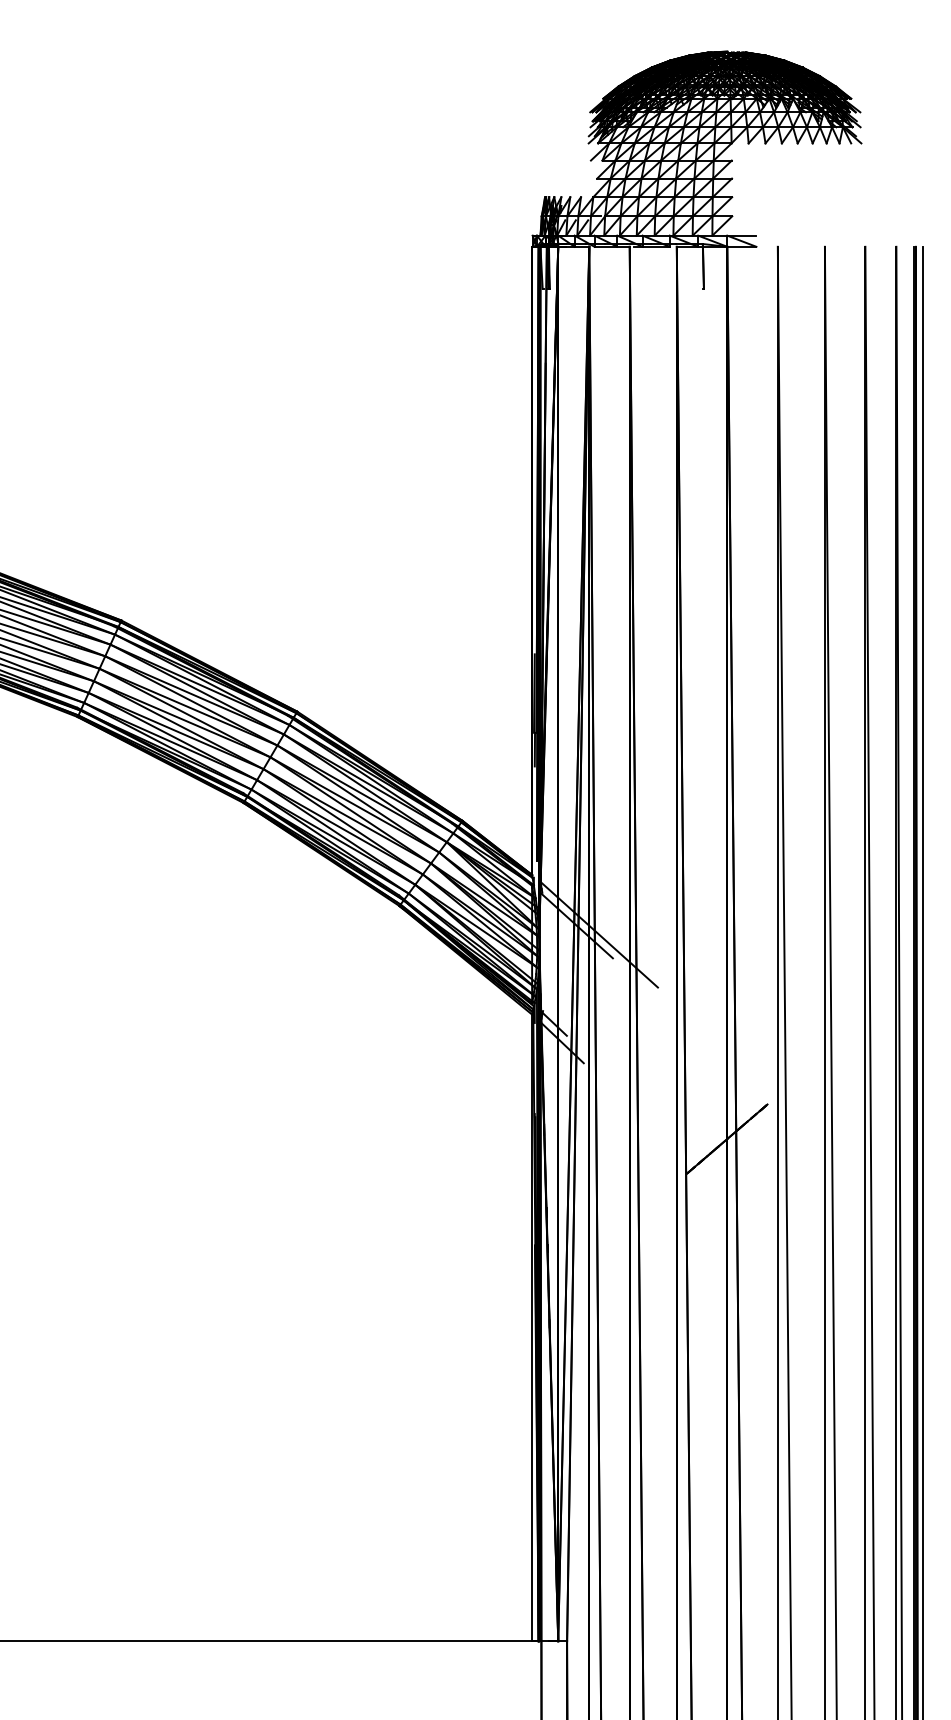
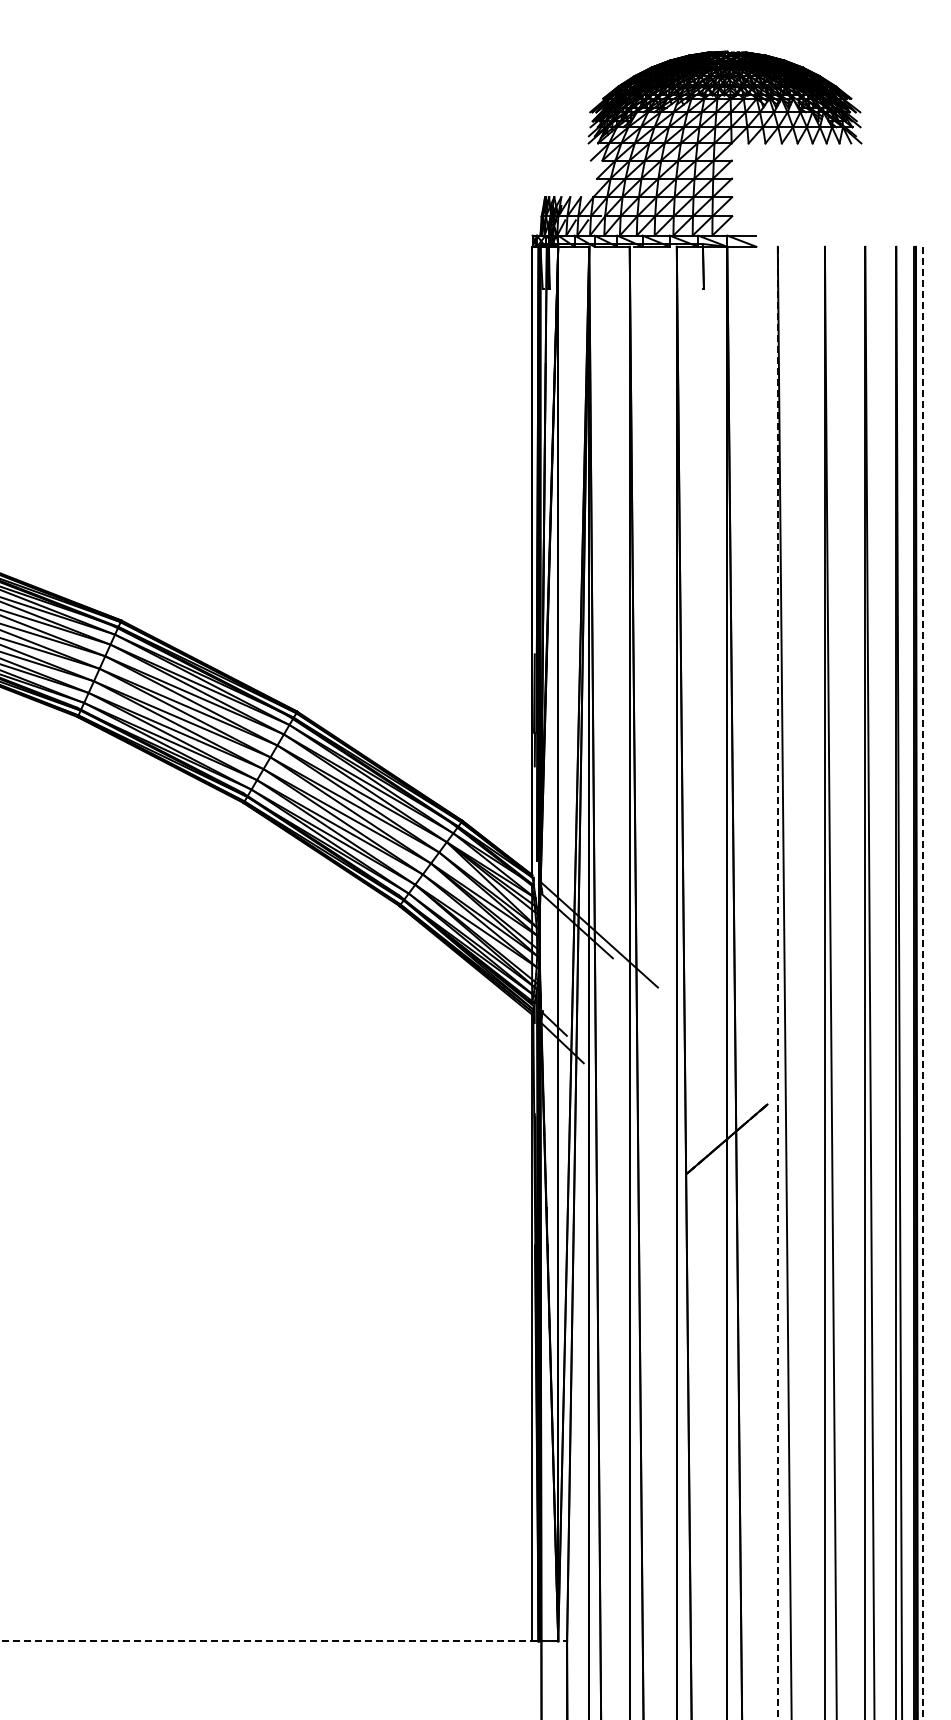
line at (777, 983): solid -> dashed
line at (922, 983): solid -> dashed
line at (284, 1641): solid -> dashed
